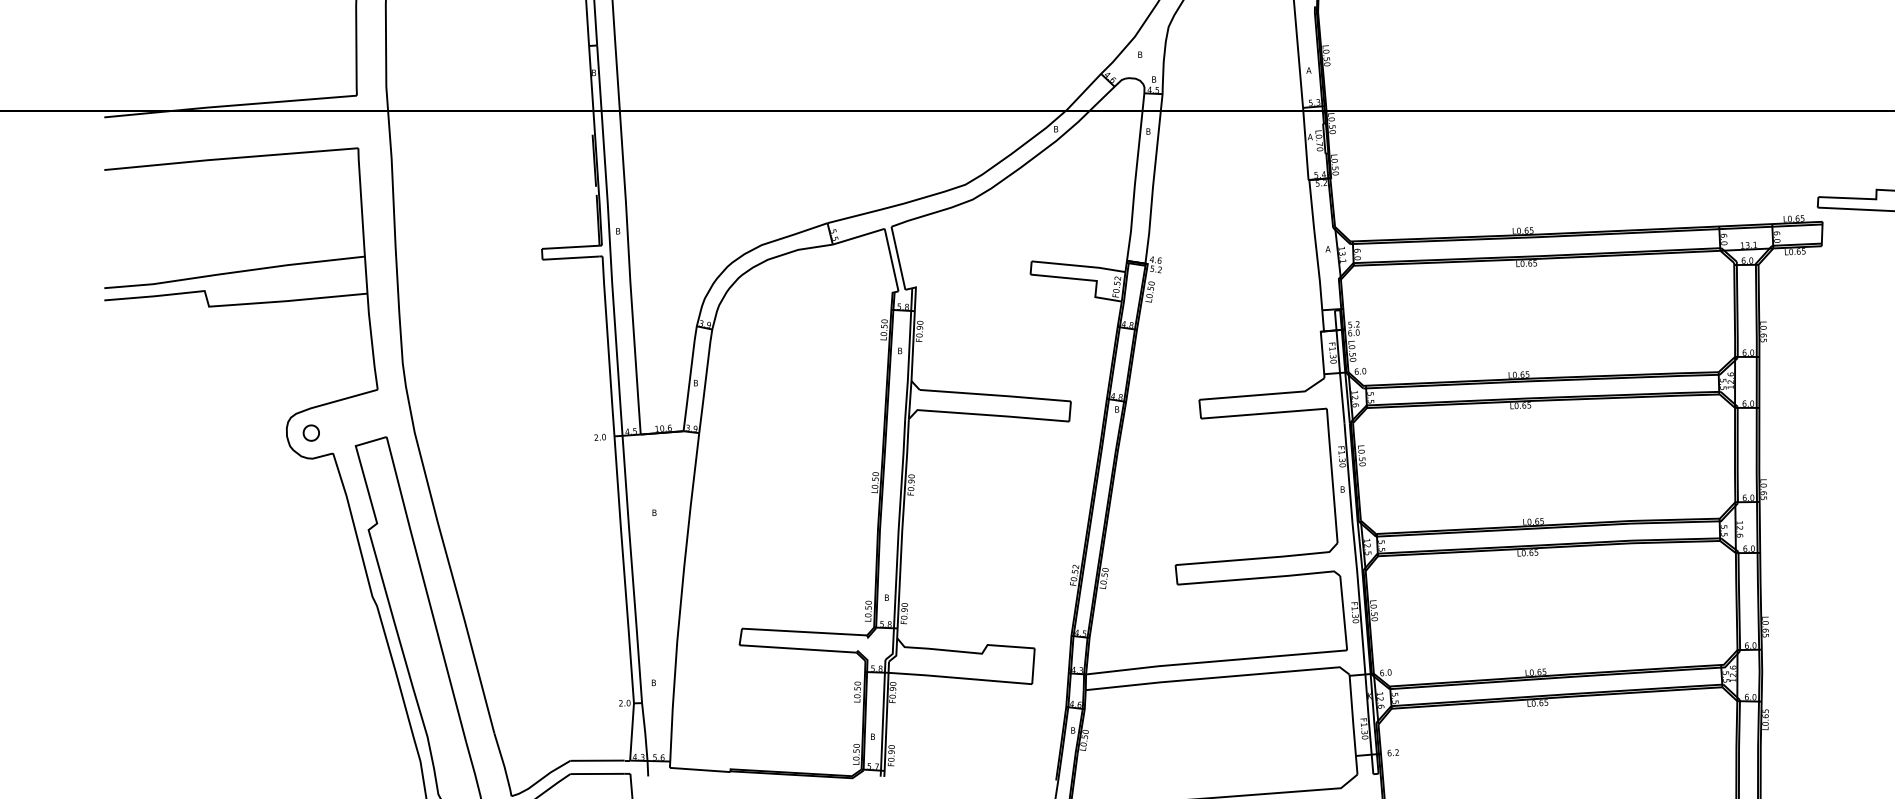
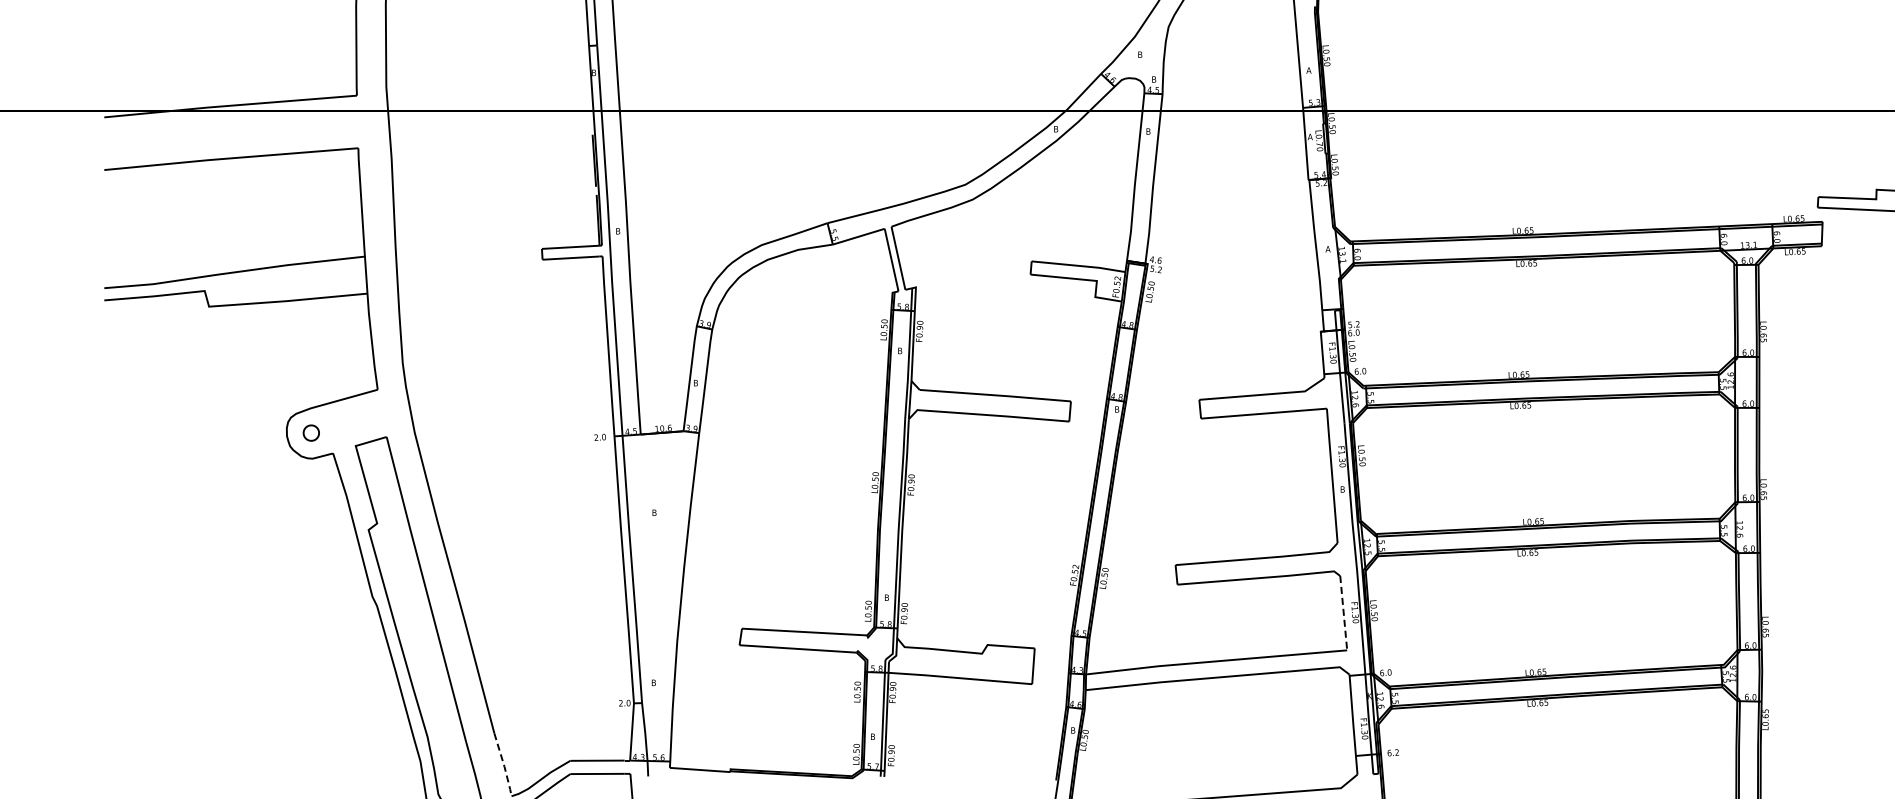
line at (1343, 613): solid -> dashed
line at (504, 766): solid -> dashed
